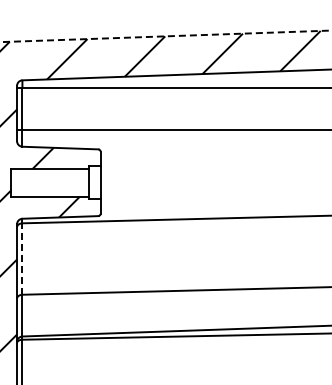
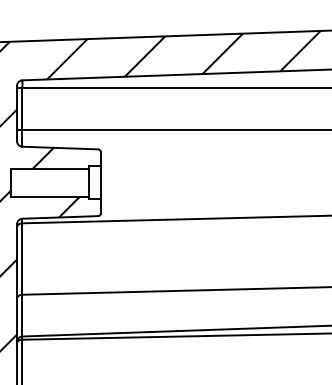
line at (165, 36): dashed -> solid
line at (22, 259): dashed -> solid
